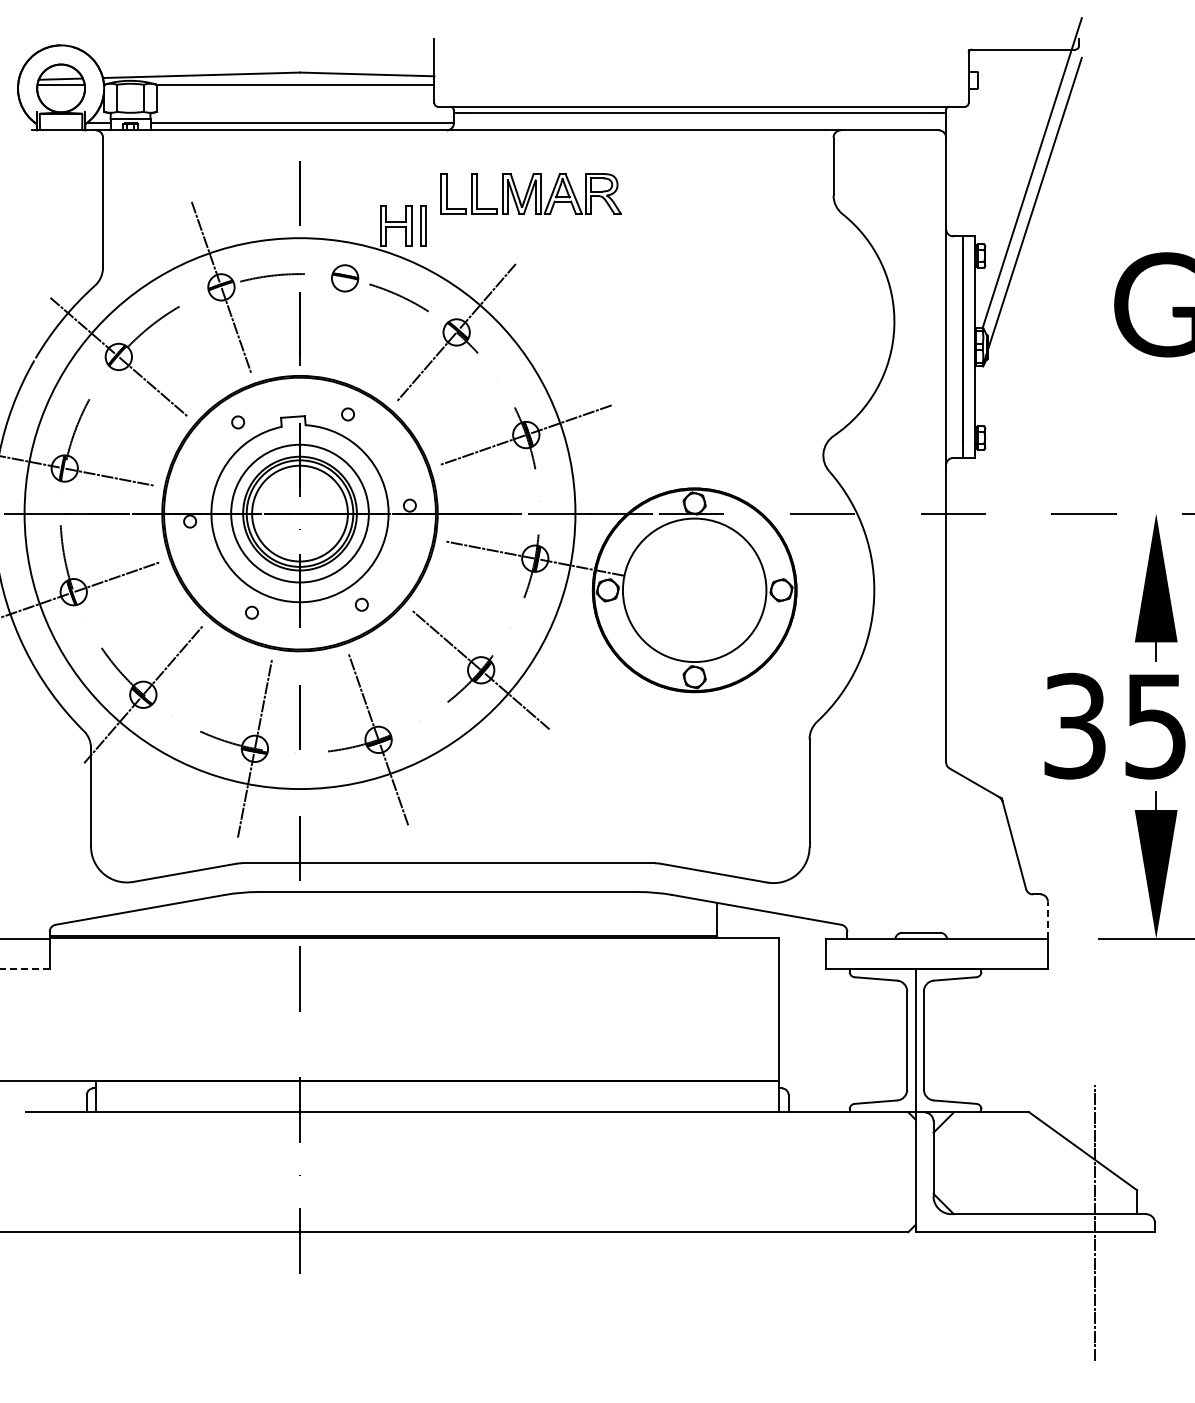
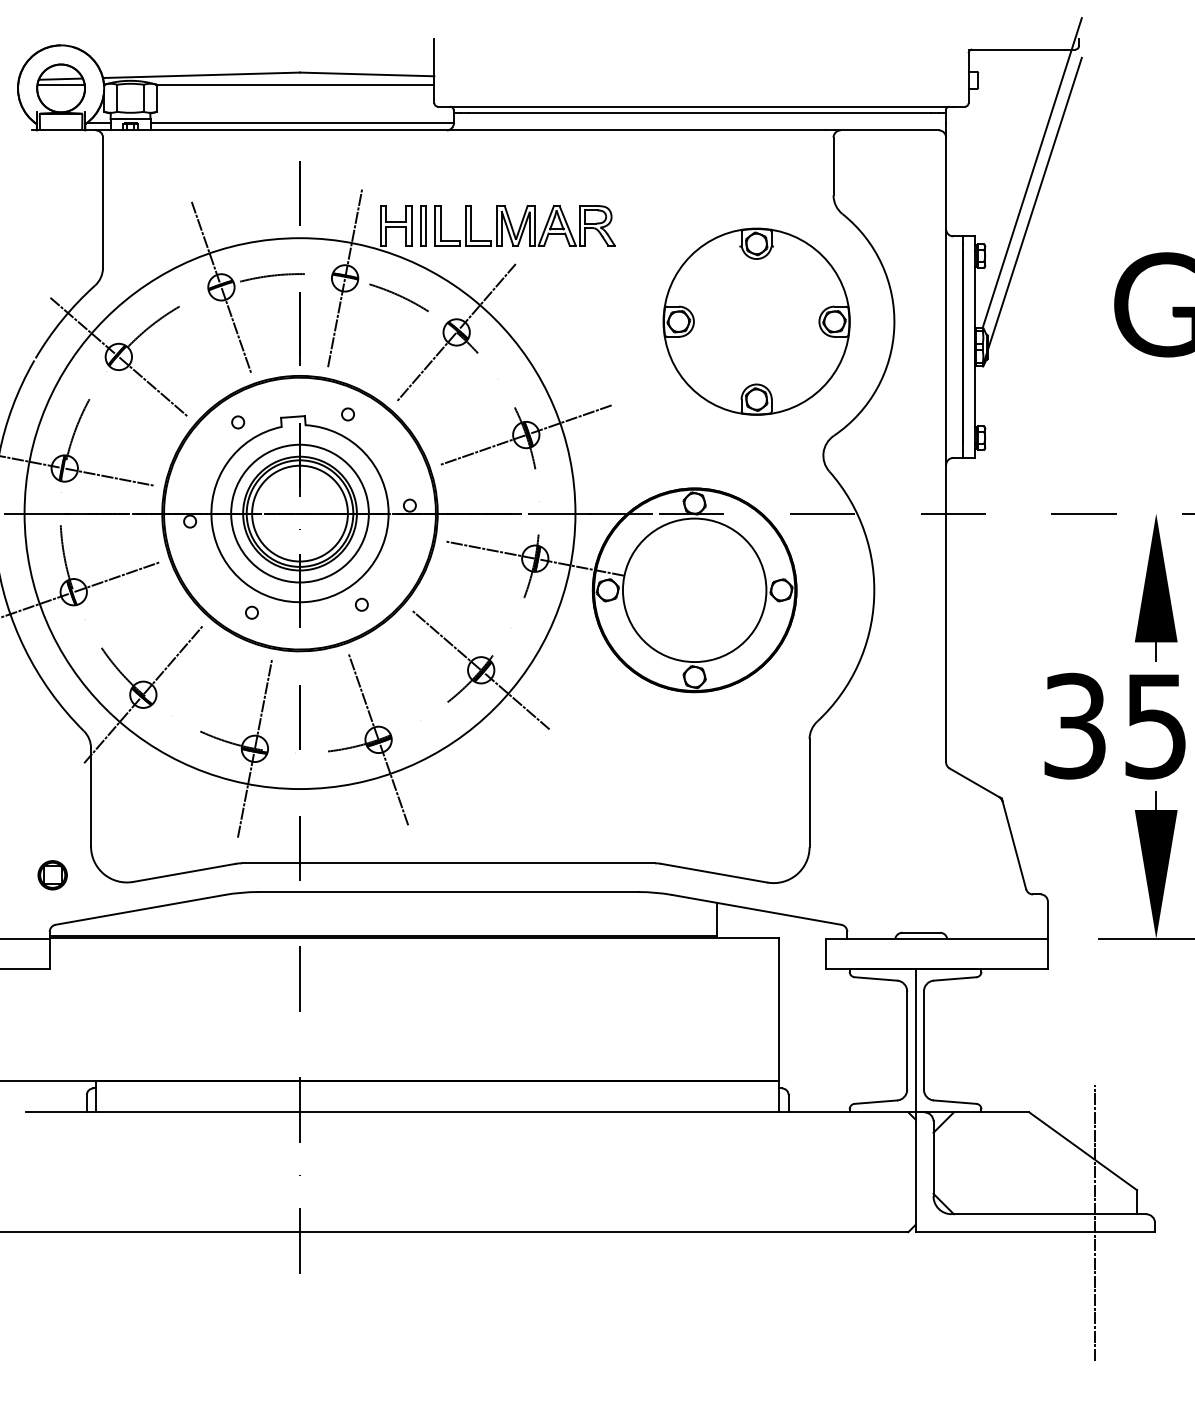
part at (530, 193) position: (530, 193) -> (524, 225)
line at (345, 278): none -> present
part at (756, 321): none -> present
part at (52, 875): none -> present
line at (1047, 920): dashed -> solid
line at (24, 968): dashed -> solid
